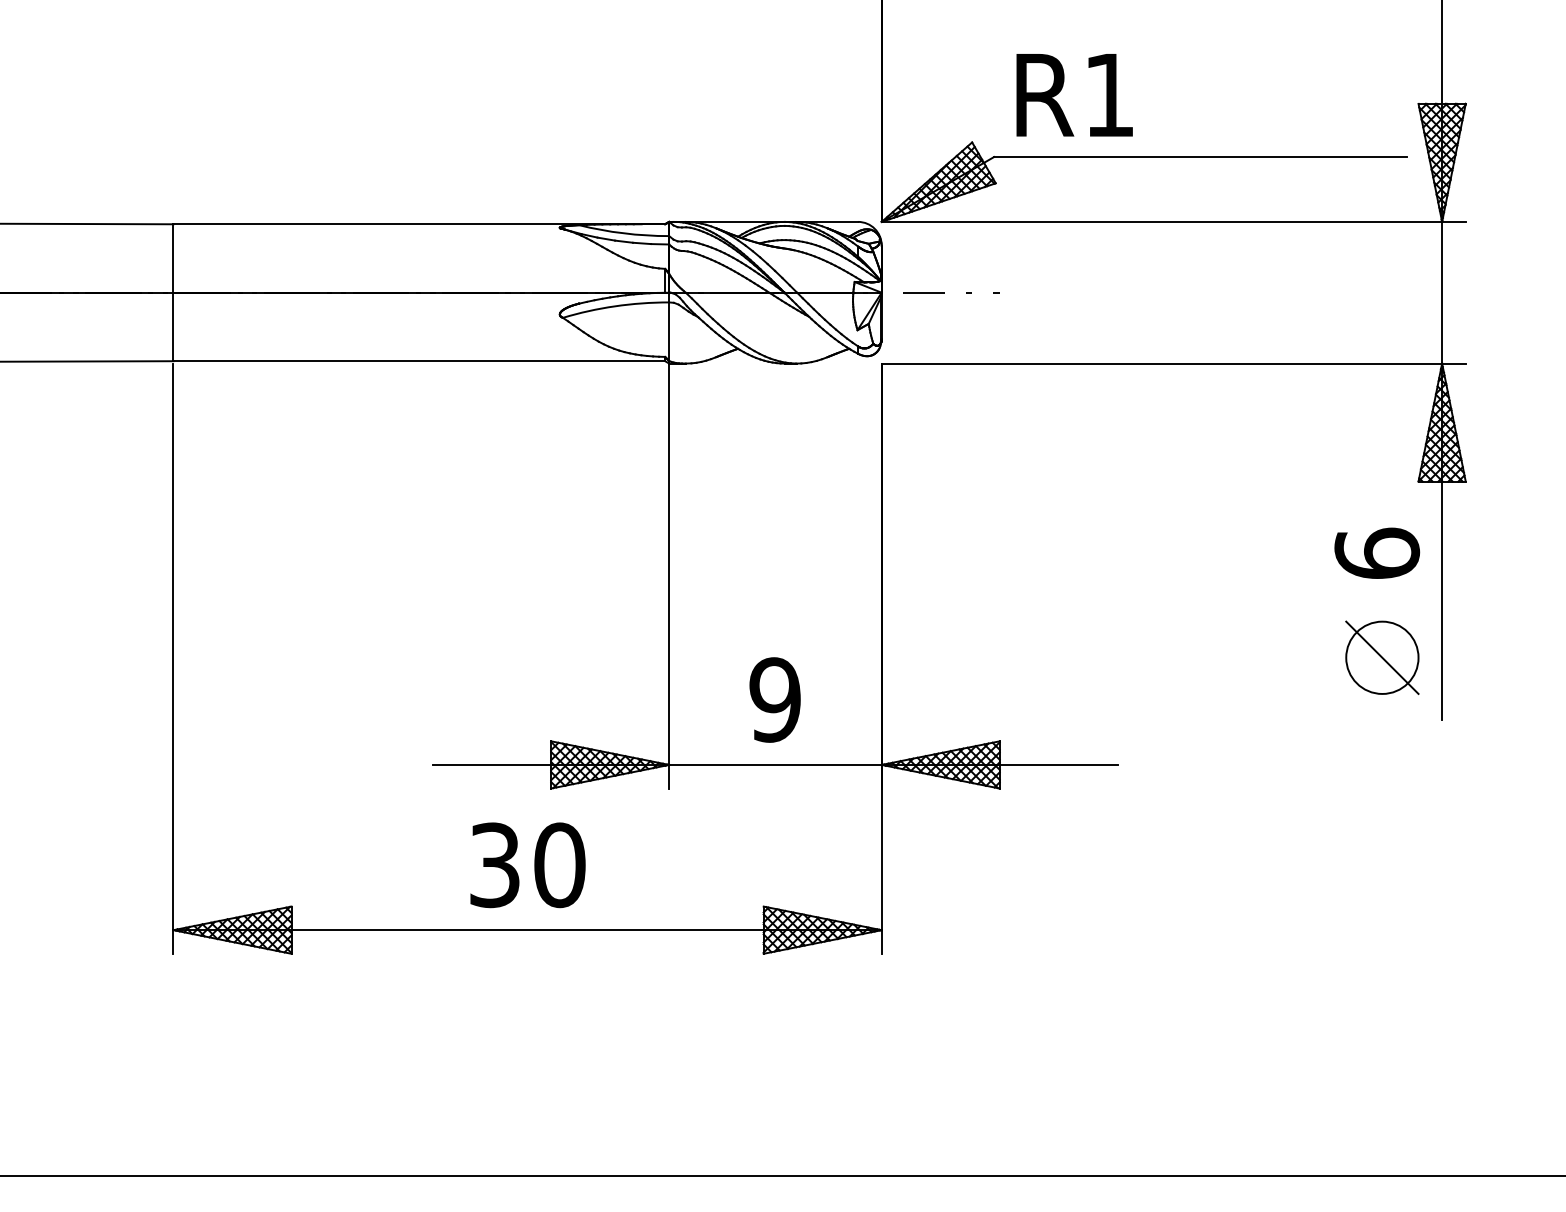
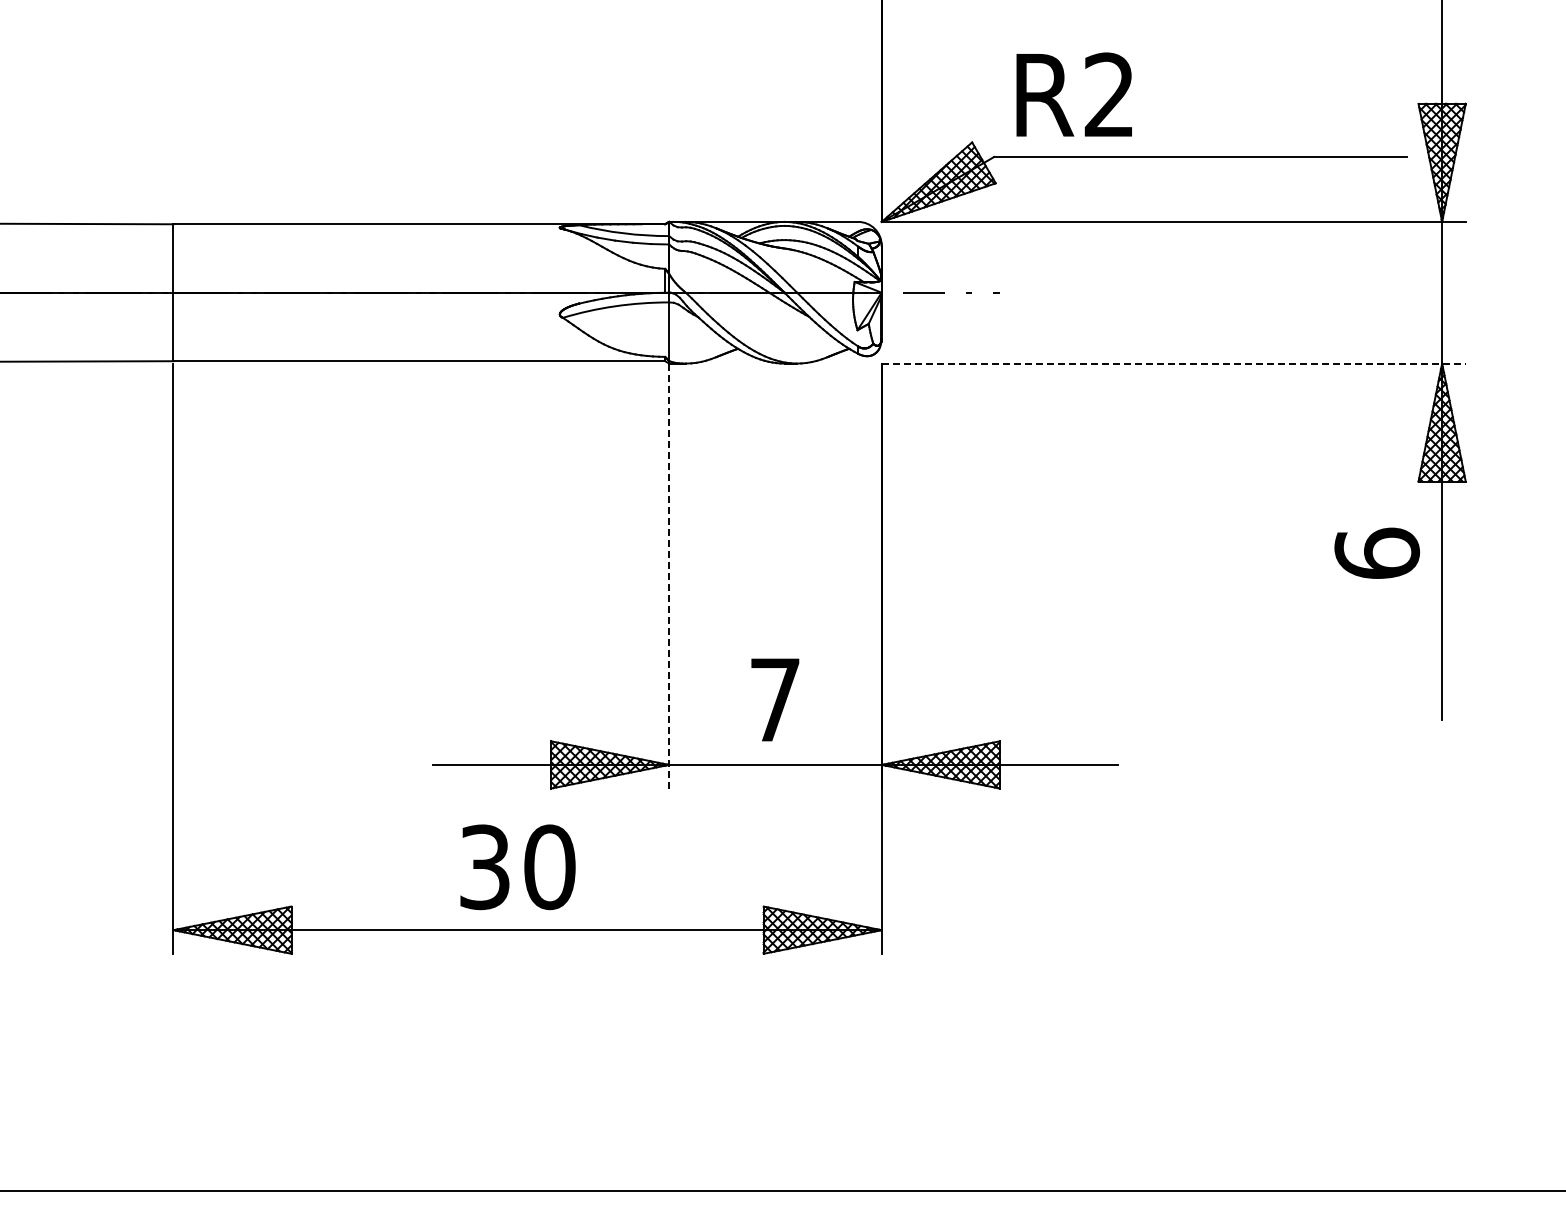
text at (1108, 94): R1 -> R2
line at (1174, 363): solid -> dashed
line at (669, 576): solid -> dashed
part at (1382, 657): present -> none
text at (774, 699): 9 -> 7
text at (527, 865) position: (527, 865) -> (517, 867)
line at (782, 1175) position: (782, 1175) -> (782, 1190)
